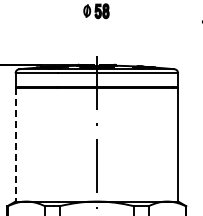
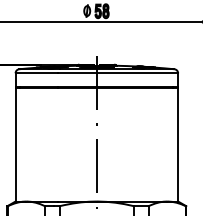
line at (100, 22): none -> present
line at (15, 144): dashed -> solid
